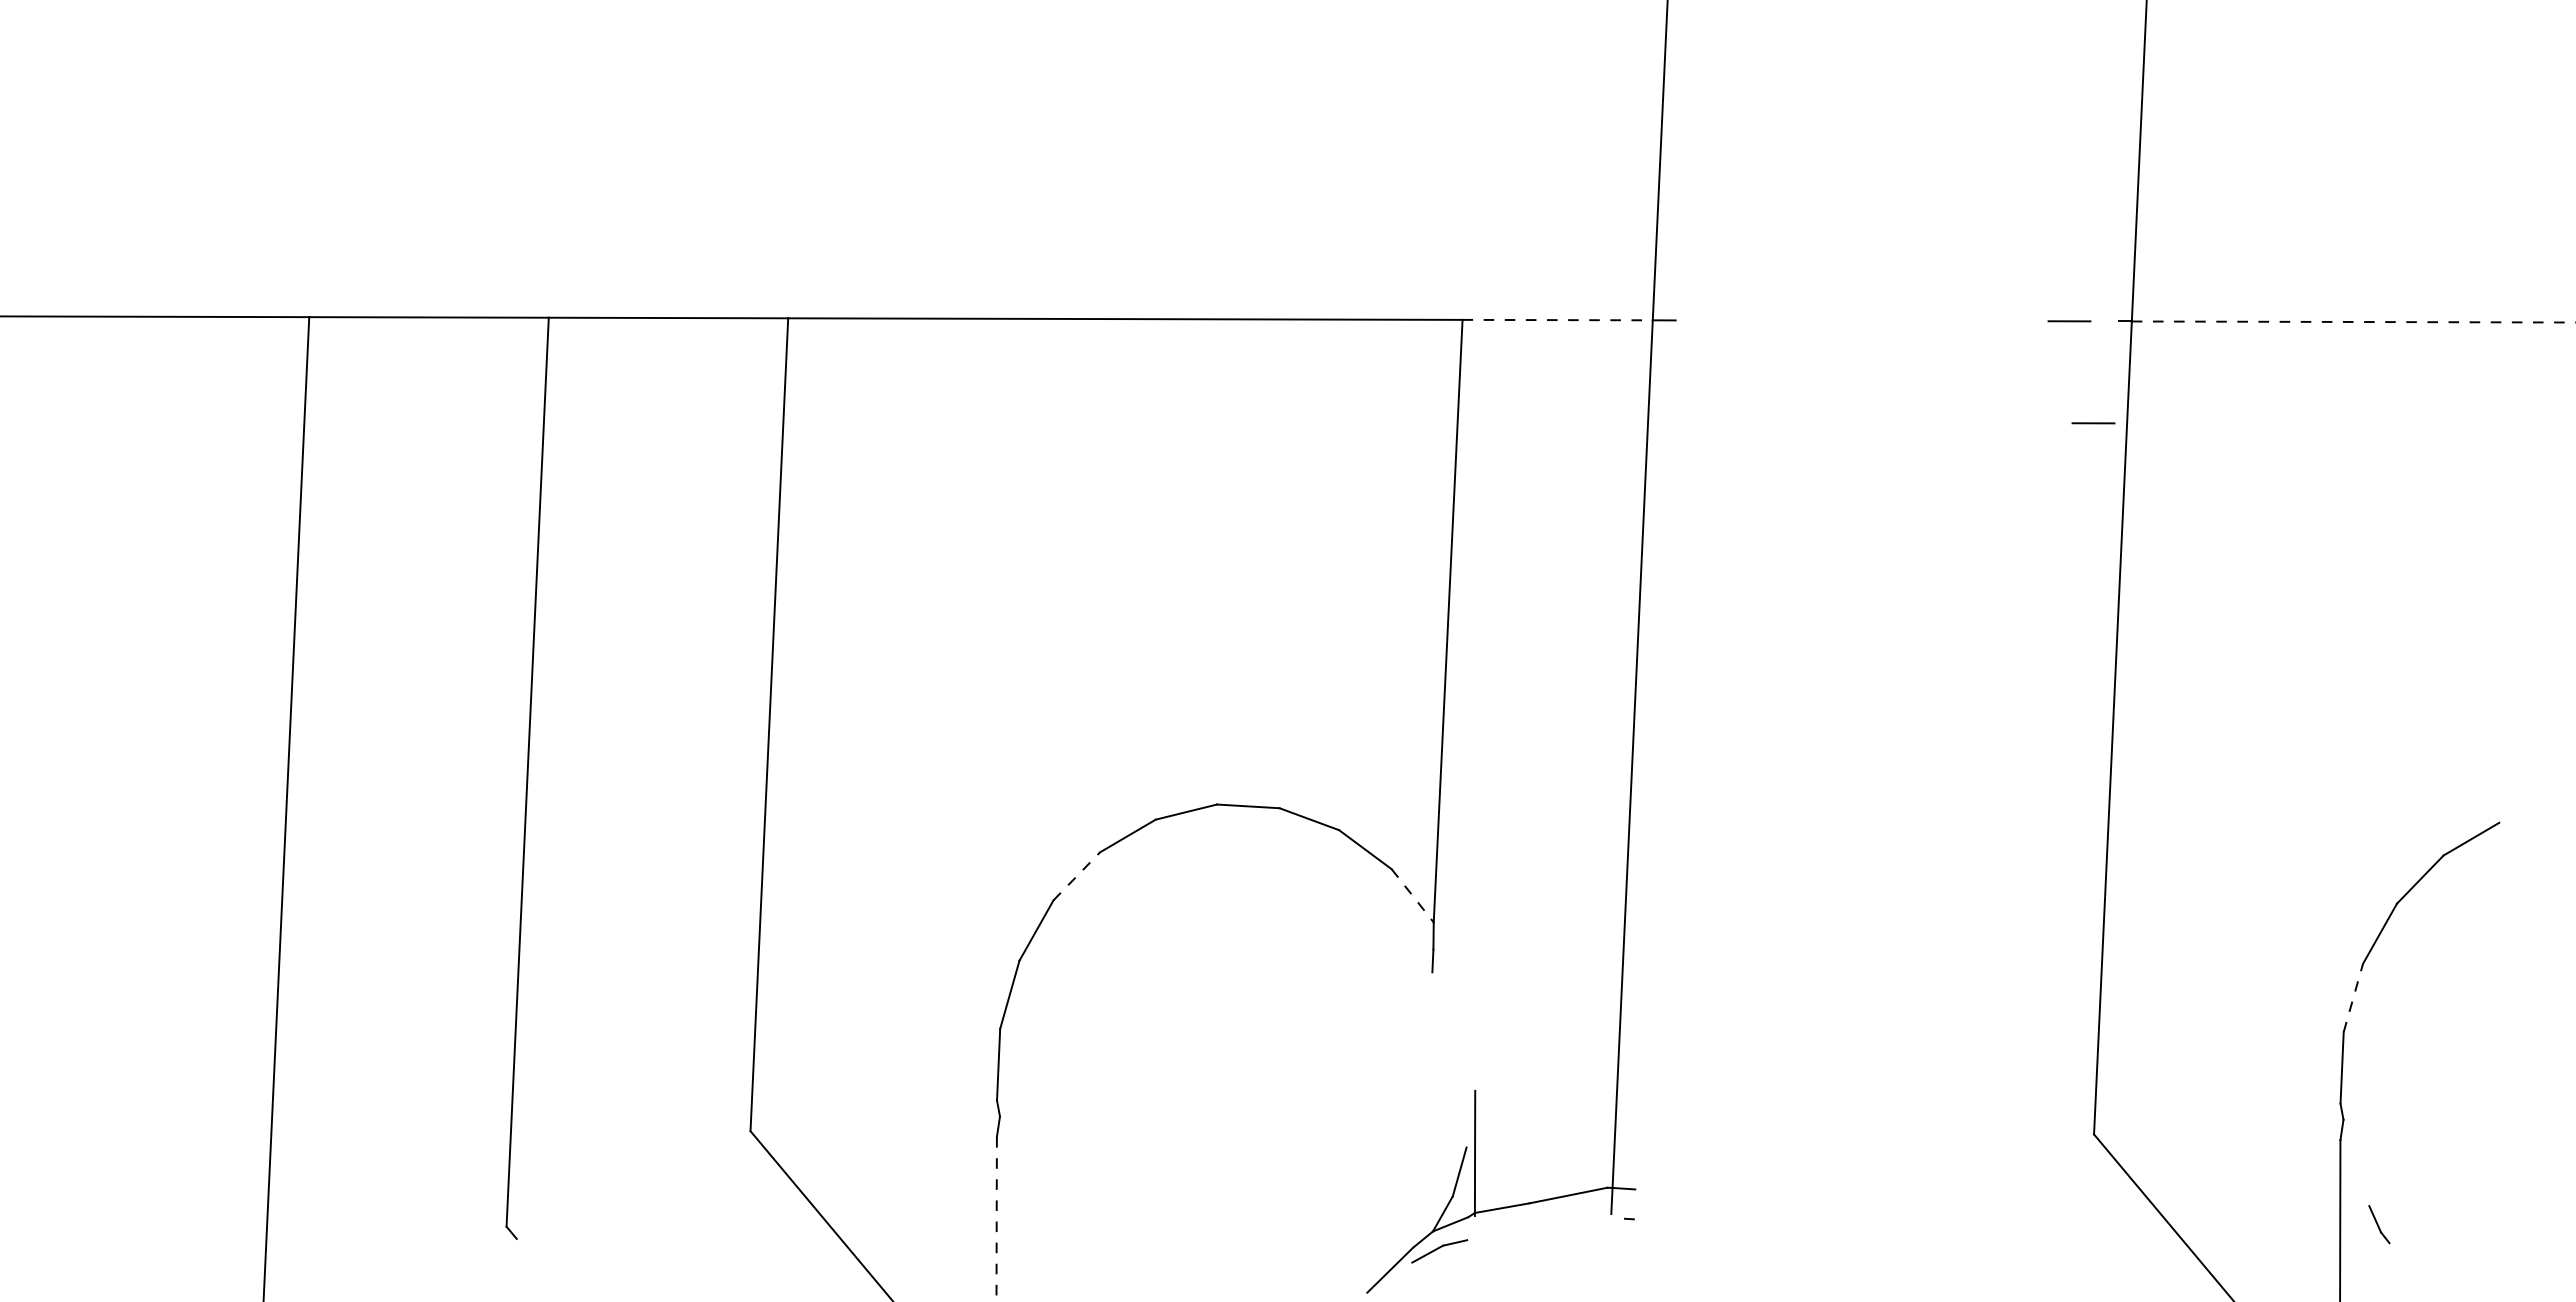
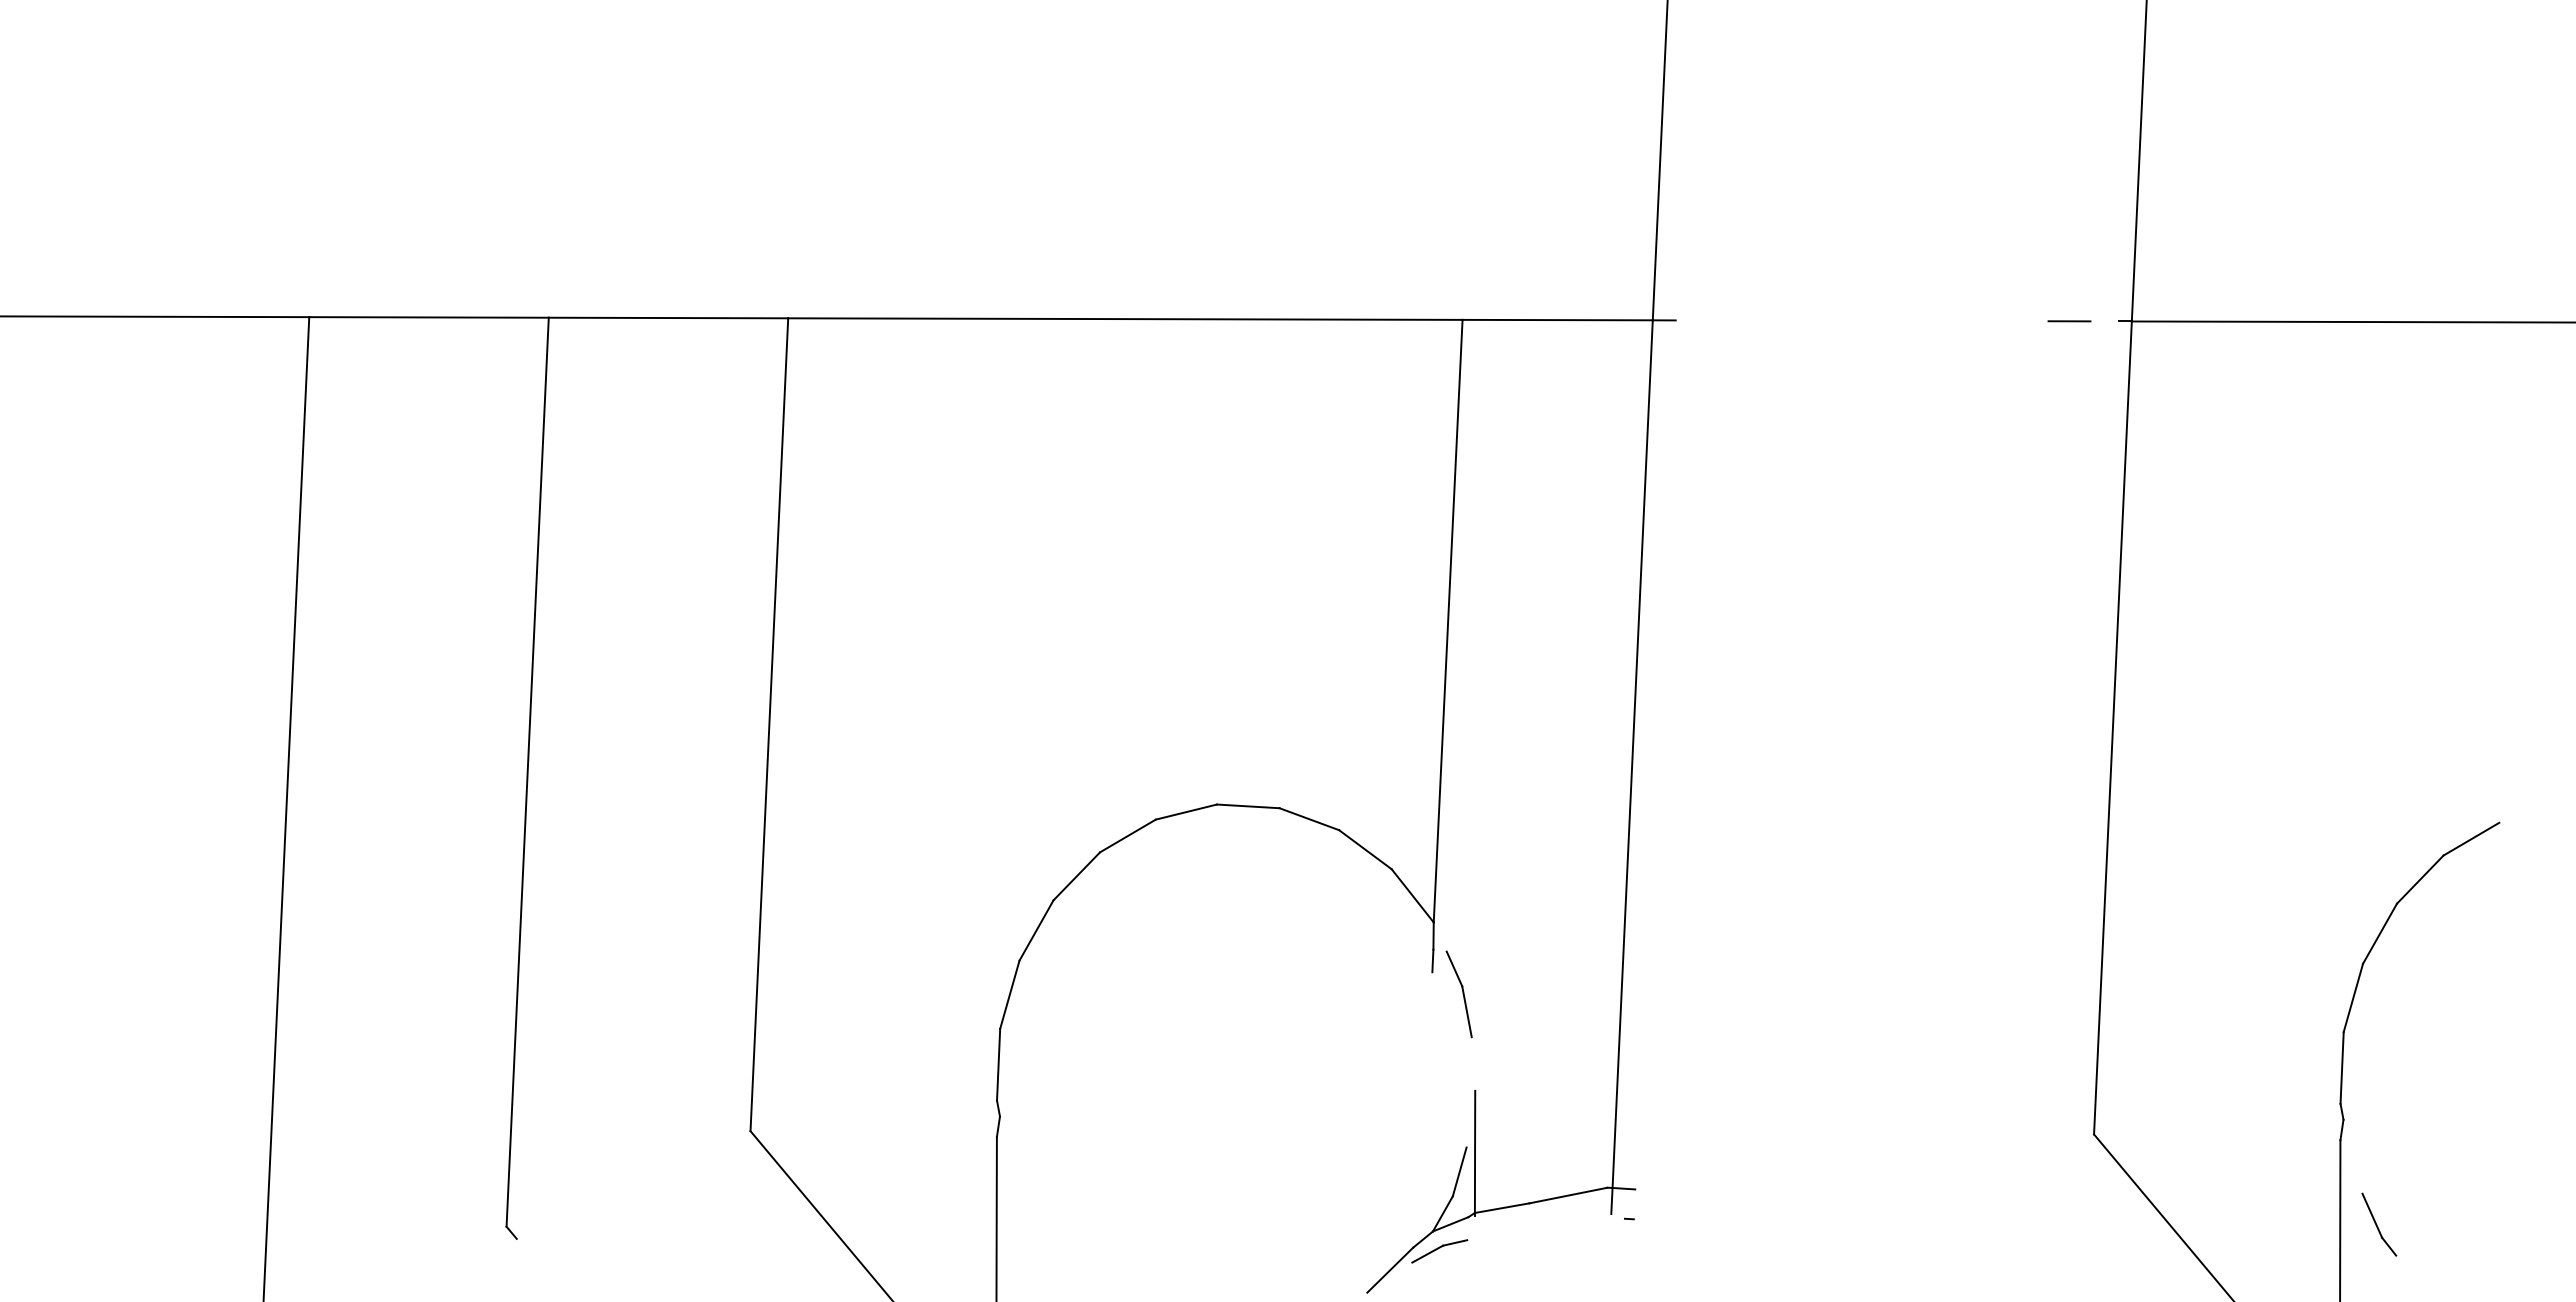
line at (1558, 320): dashed -> solid
line at (2353, 322): dashed -> solid
line at (2093, 423): present -> none
line at (1077, 876): dashed -> solid
line at (1412, 895): dashed -> solid
part at (1458, 994): none -> present
line at (2353, 997): dashed -> solid
line at (996, 1219): dashed -> solid
part at (2379, 1224) size: 23x40 px -> 37x65 px
